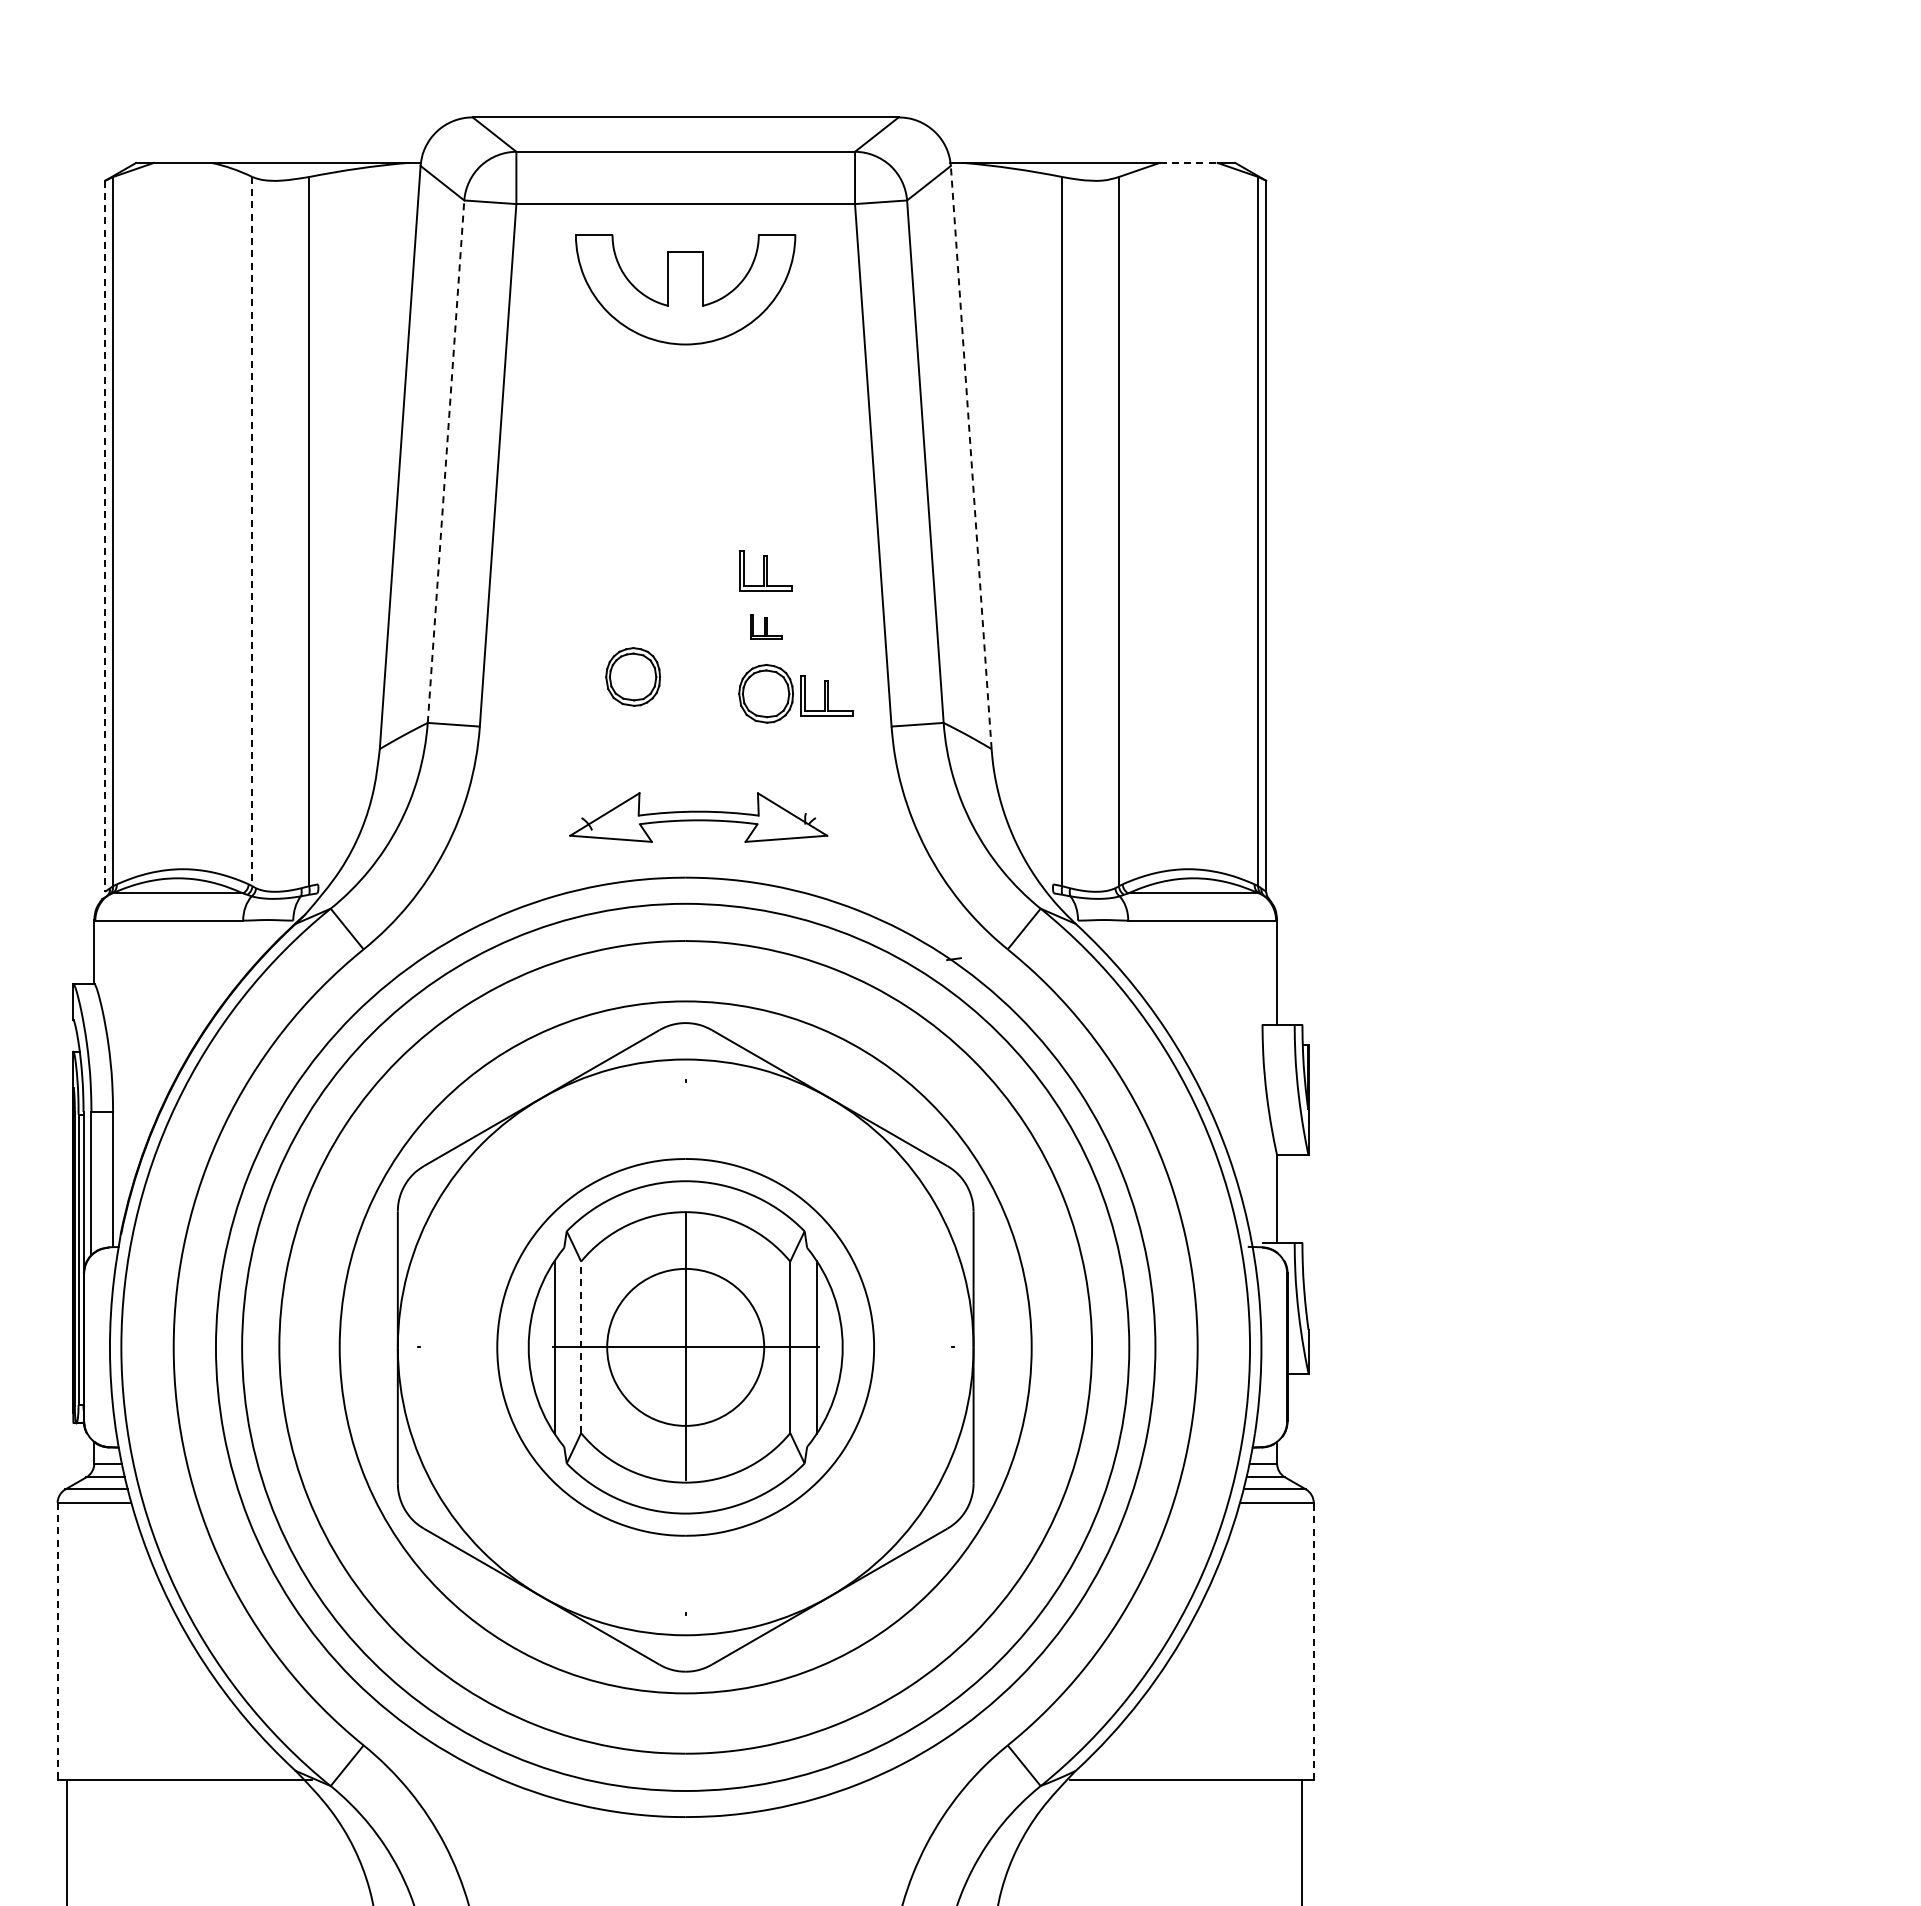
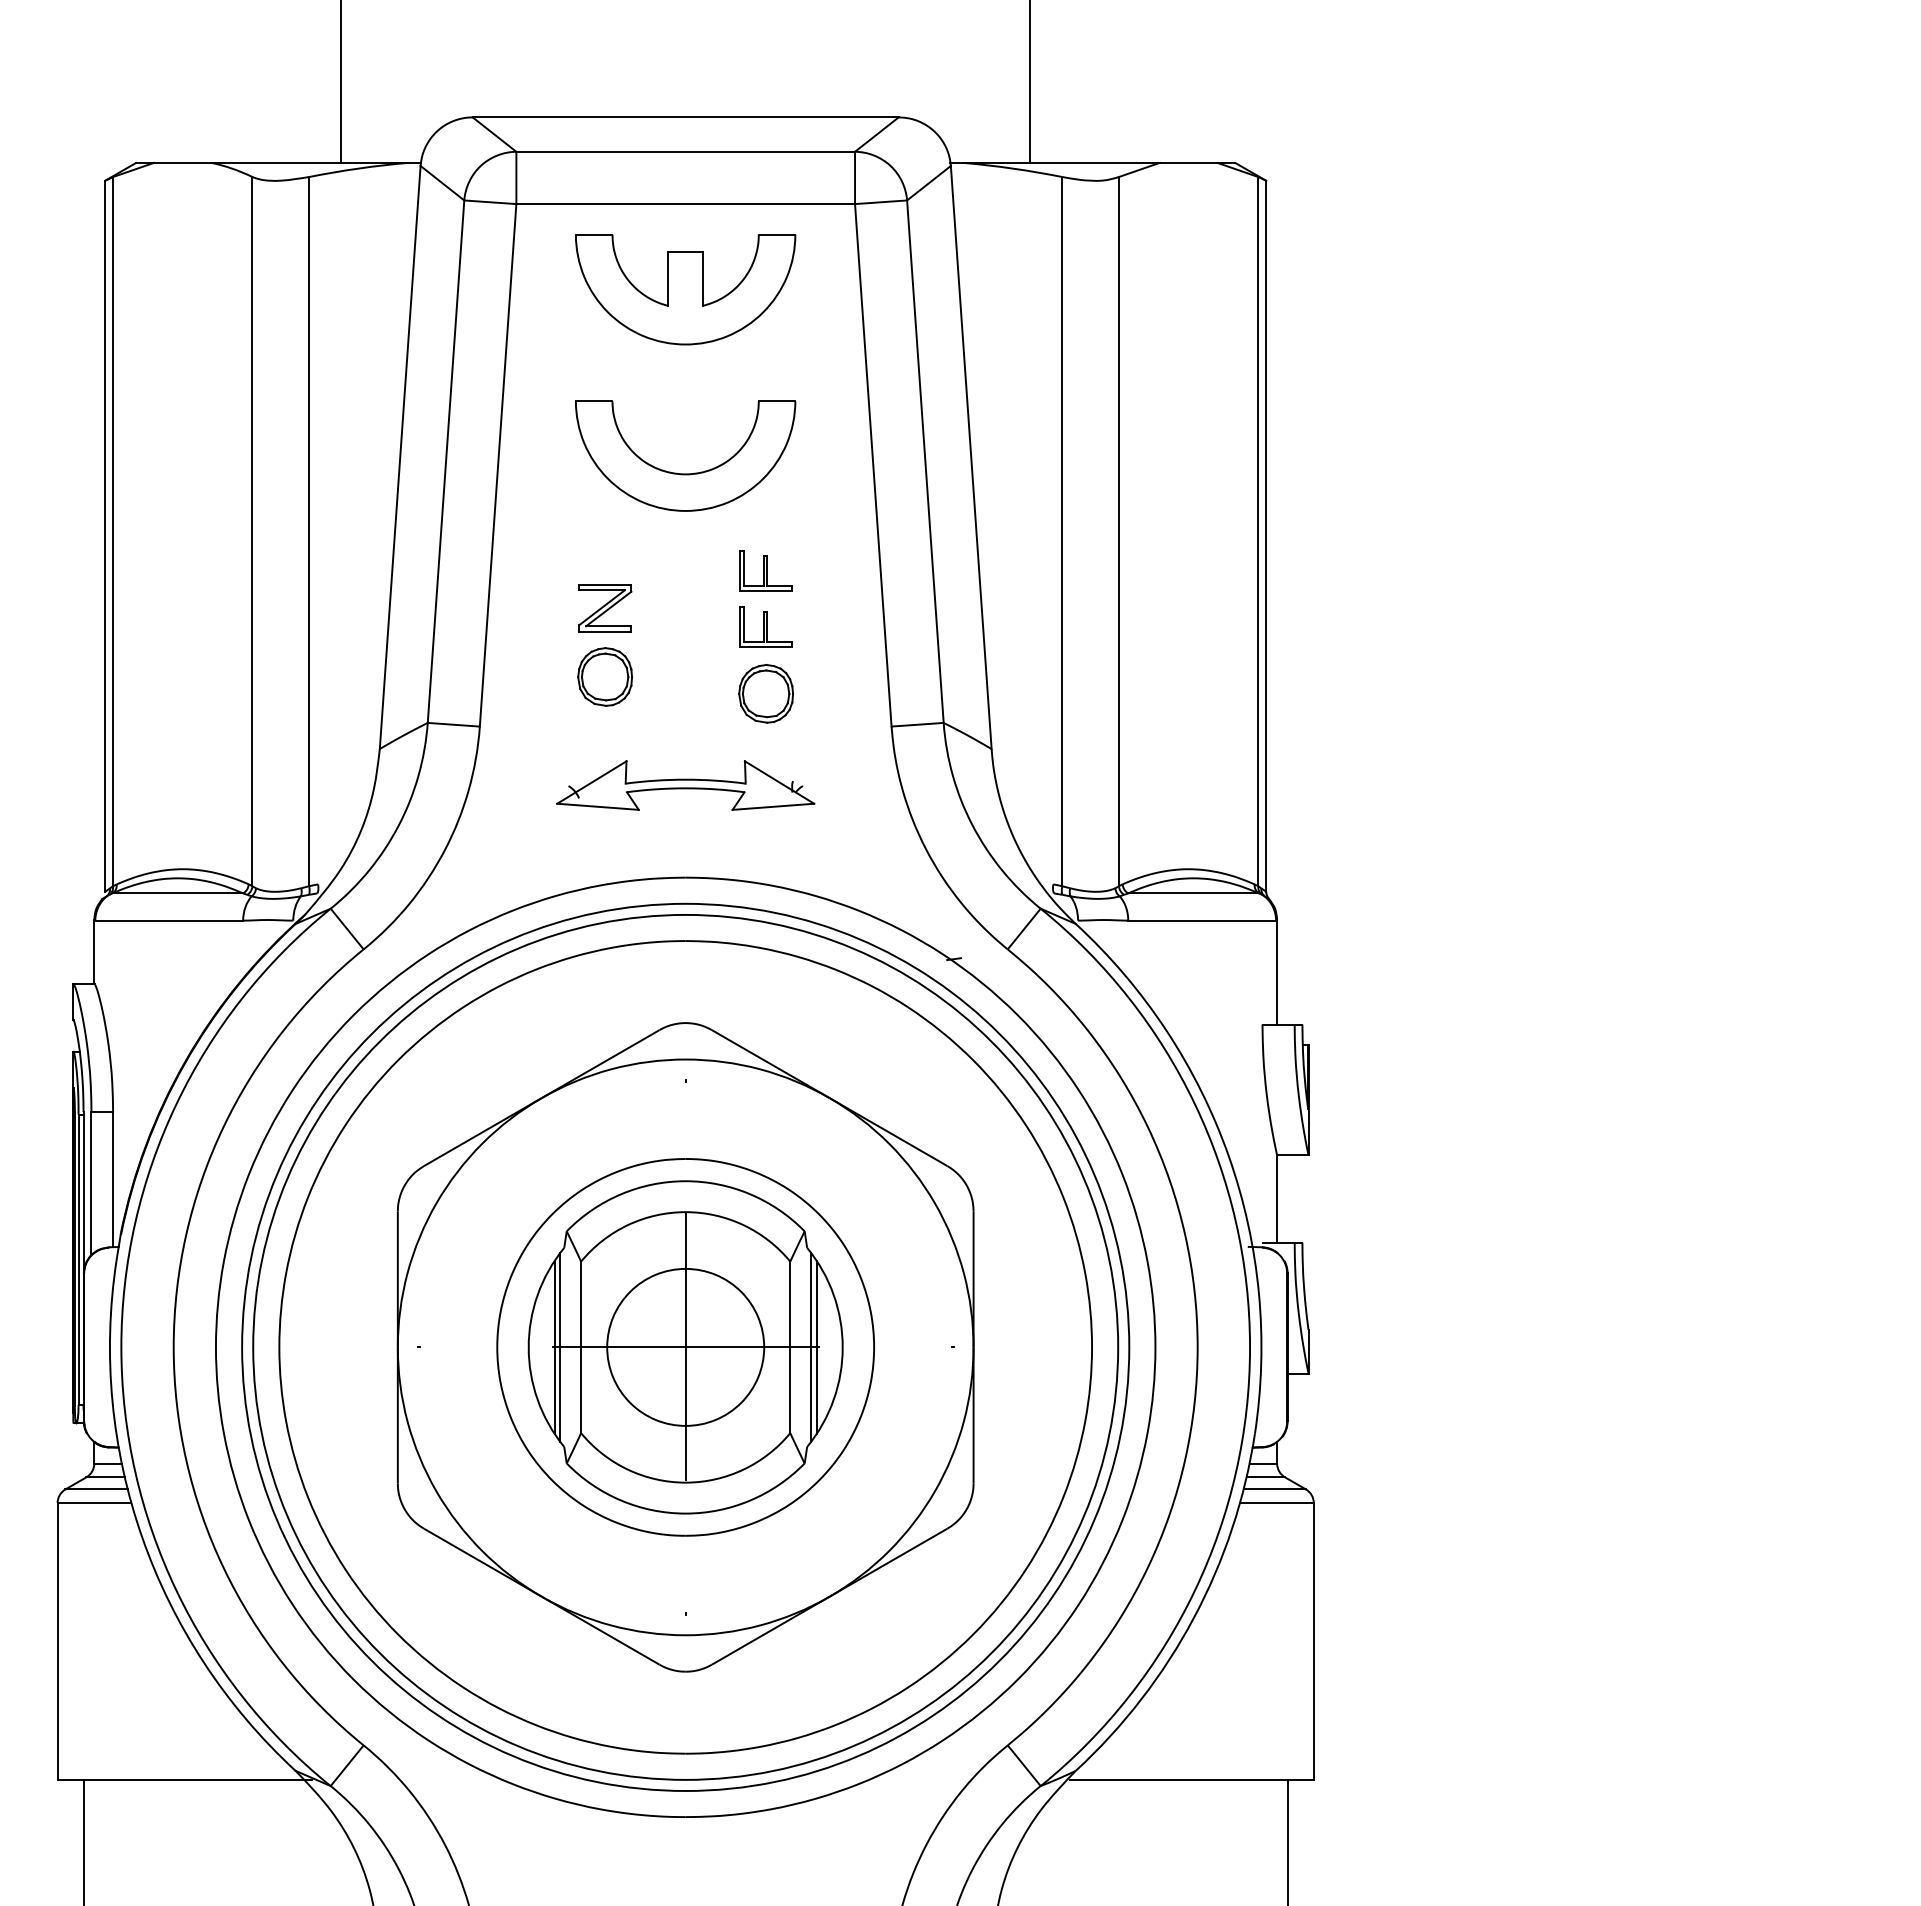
line at (341, 82): none -> present
line at (1030, 82): none -> present
line at (1188, 162): dashed -> solid
line at (971, 457): dashed -> solid
line at (446, 461): dashed -> solid
part at (685, 473): none -> present
line at (252, 531): dashed -> solid
line at (105, 536): dashed -> solid
part at (605, 608): none -> present
part at (766, 626) size: 33x26 px -> 54x42 px
part at (632, 676) position: (632, 676) -> (604, 676)
part at (826, 695): present -> none
part at (698, 817) position: (698, 817) -> (685, 785)
line at (560, 1347): none -> present
line at (581, 1347): dashed -> solid
circle at (685, 1347) diameter: 692 px -> 865 px
line at (811, 1347): none -> present
line at (57, 1641): dashed -> solid
line at (1313, 1641): dashed -> solid
line at (66, 1841) position: (66, 1841) -> (83, 1841)
line at (1301, 1841) position: (1301, 1841) -> (1287, 1841)
